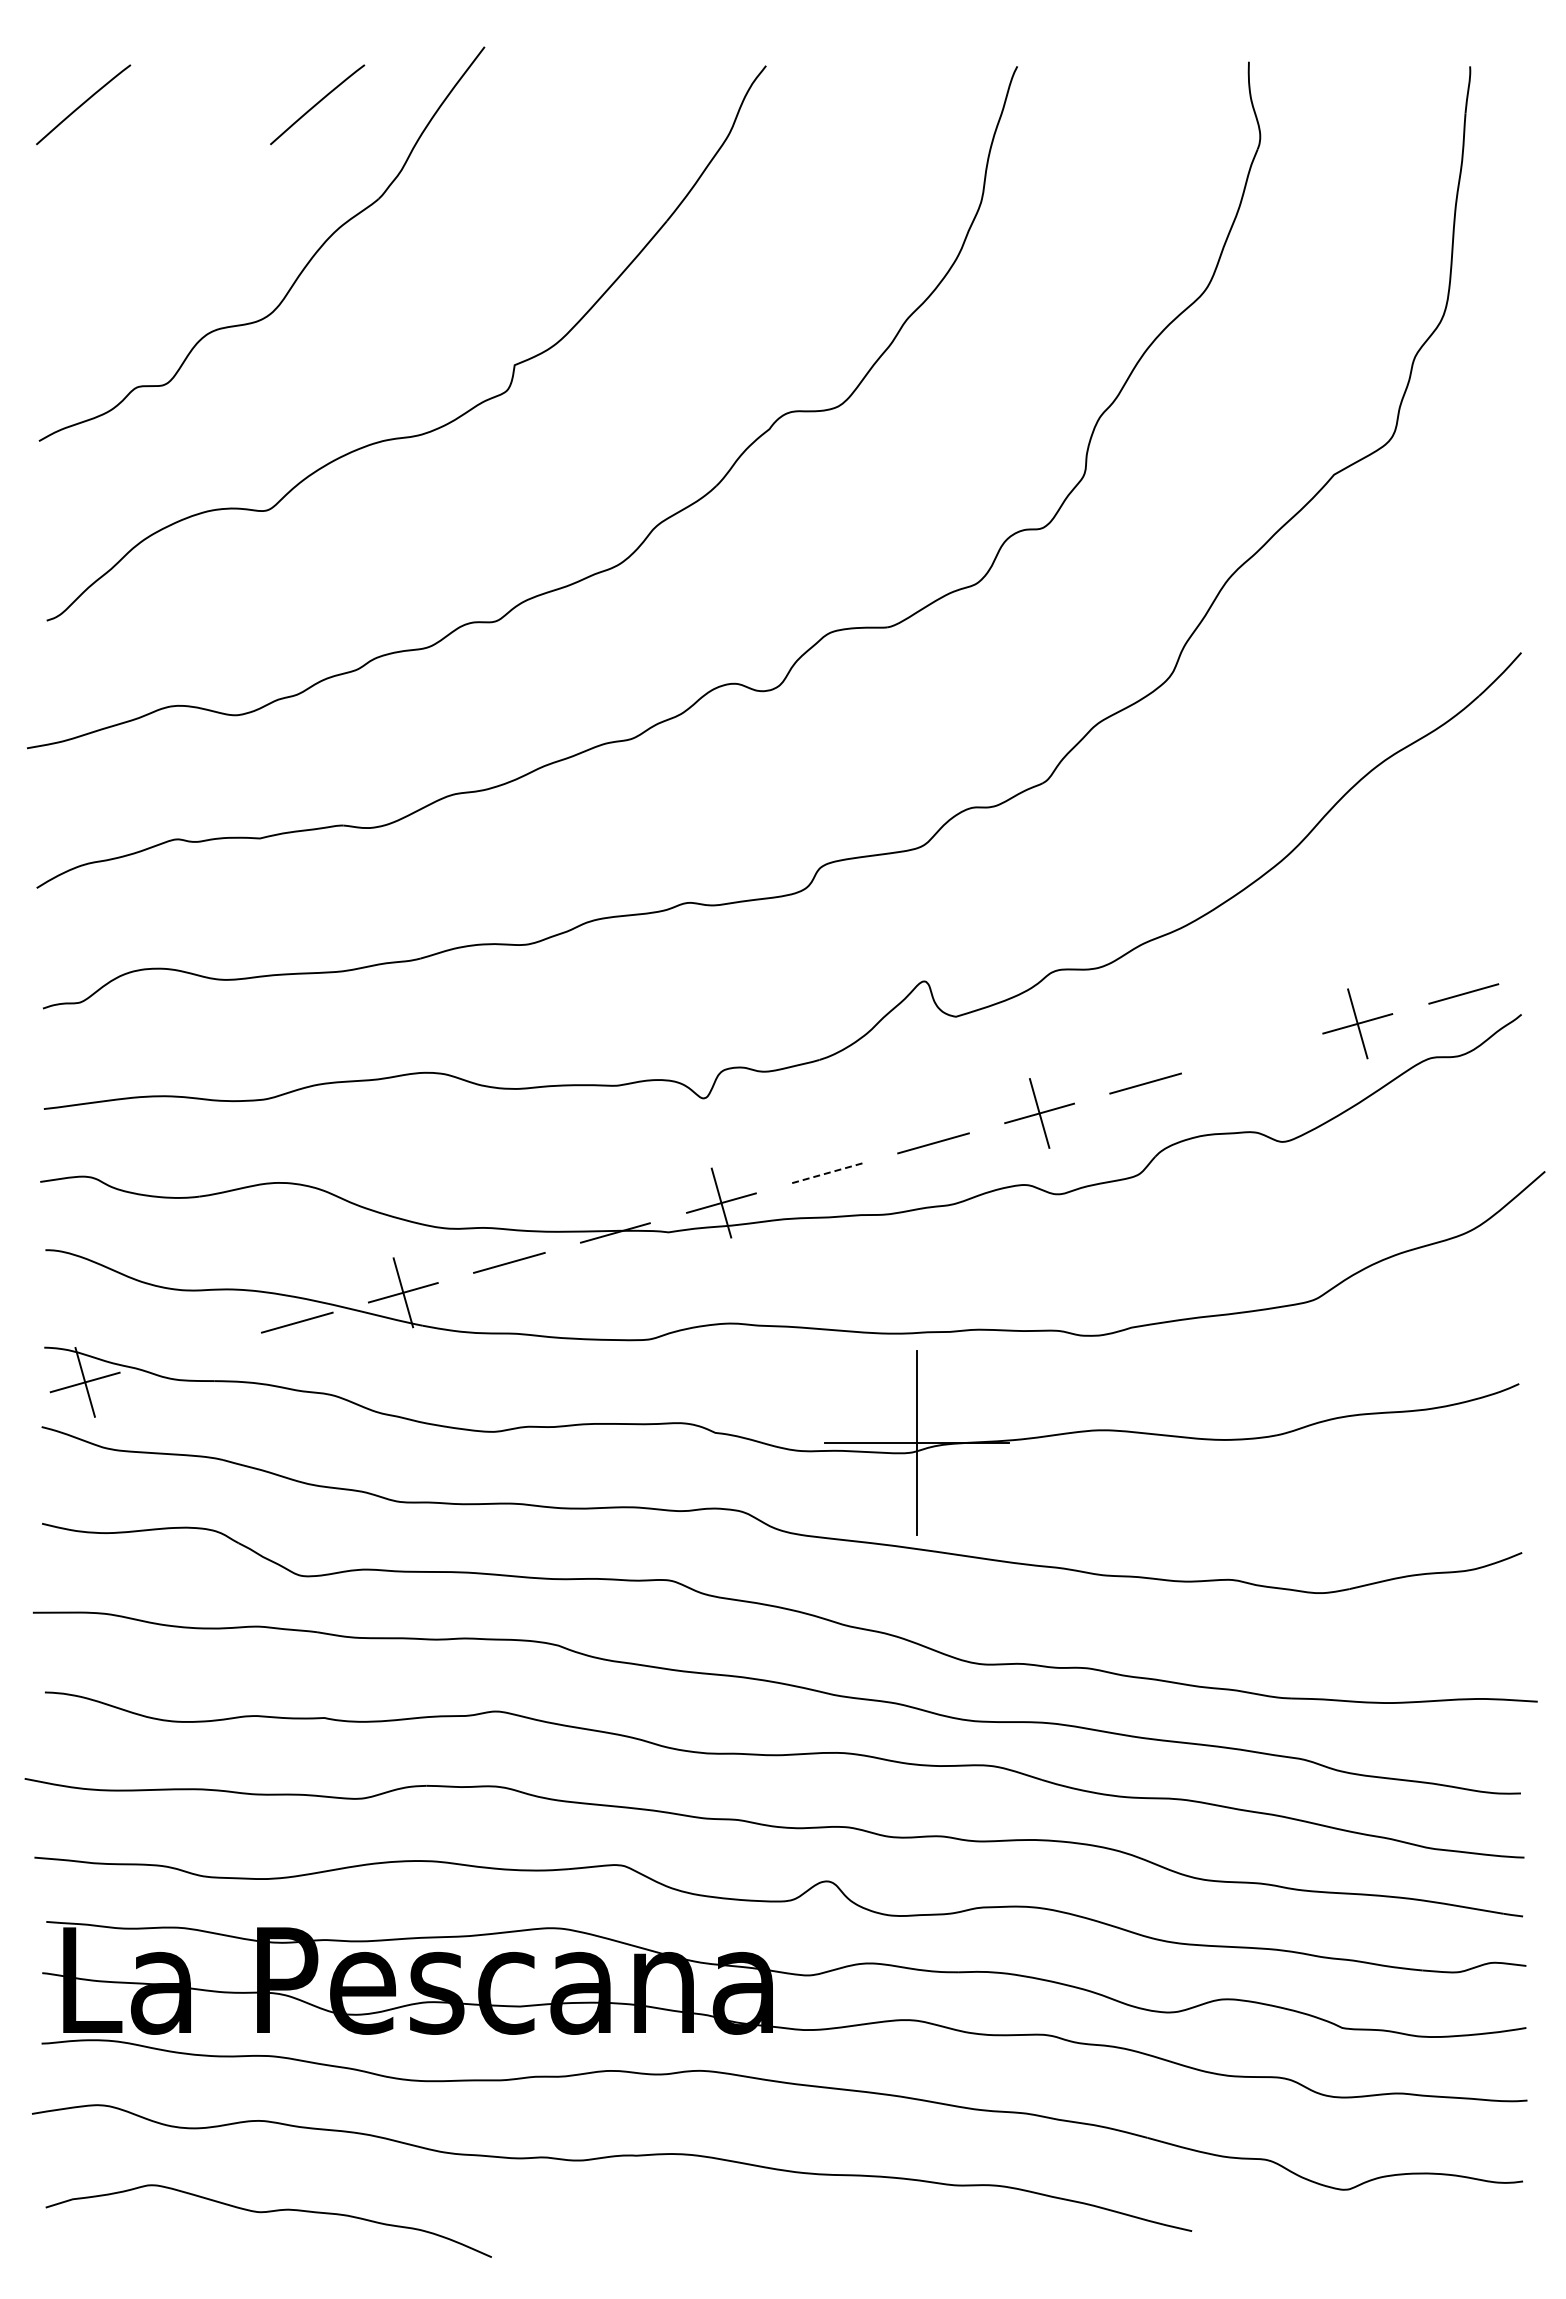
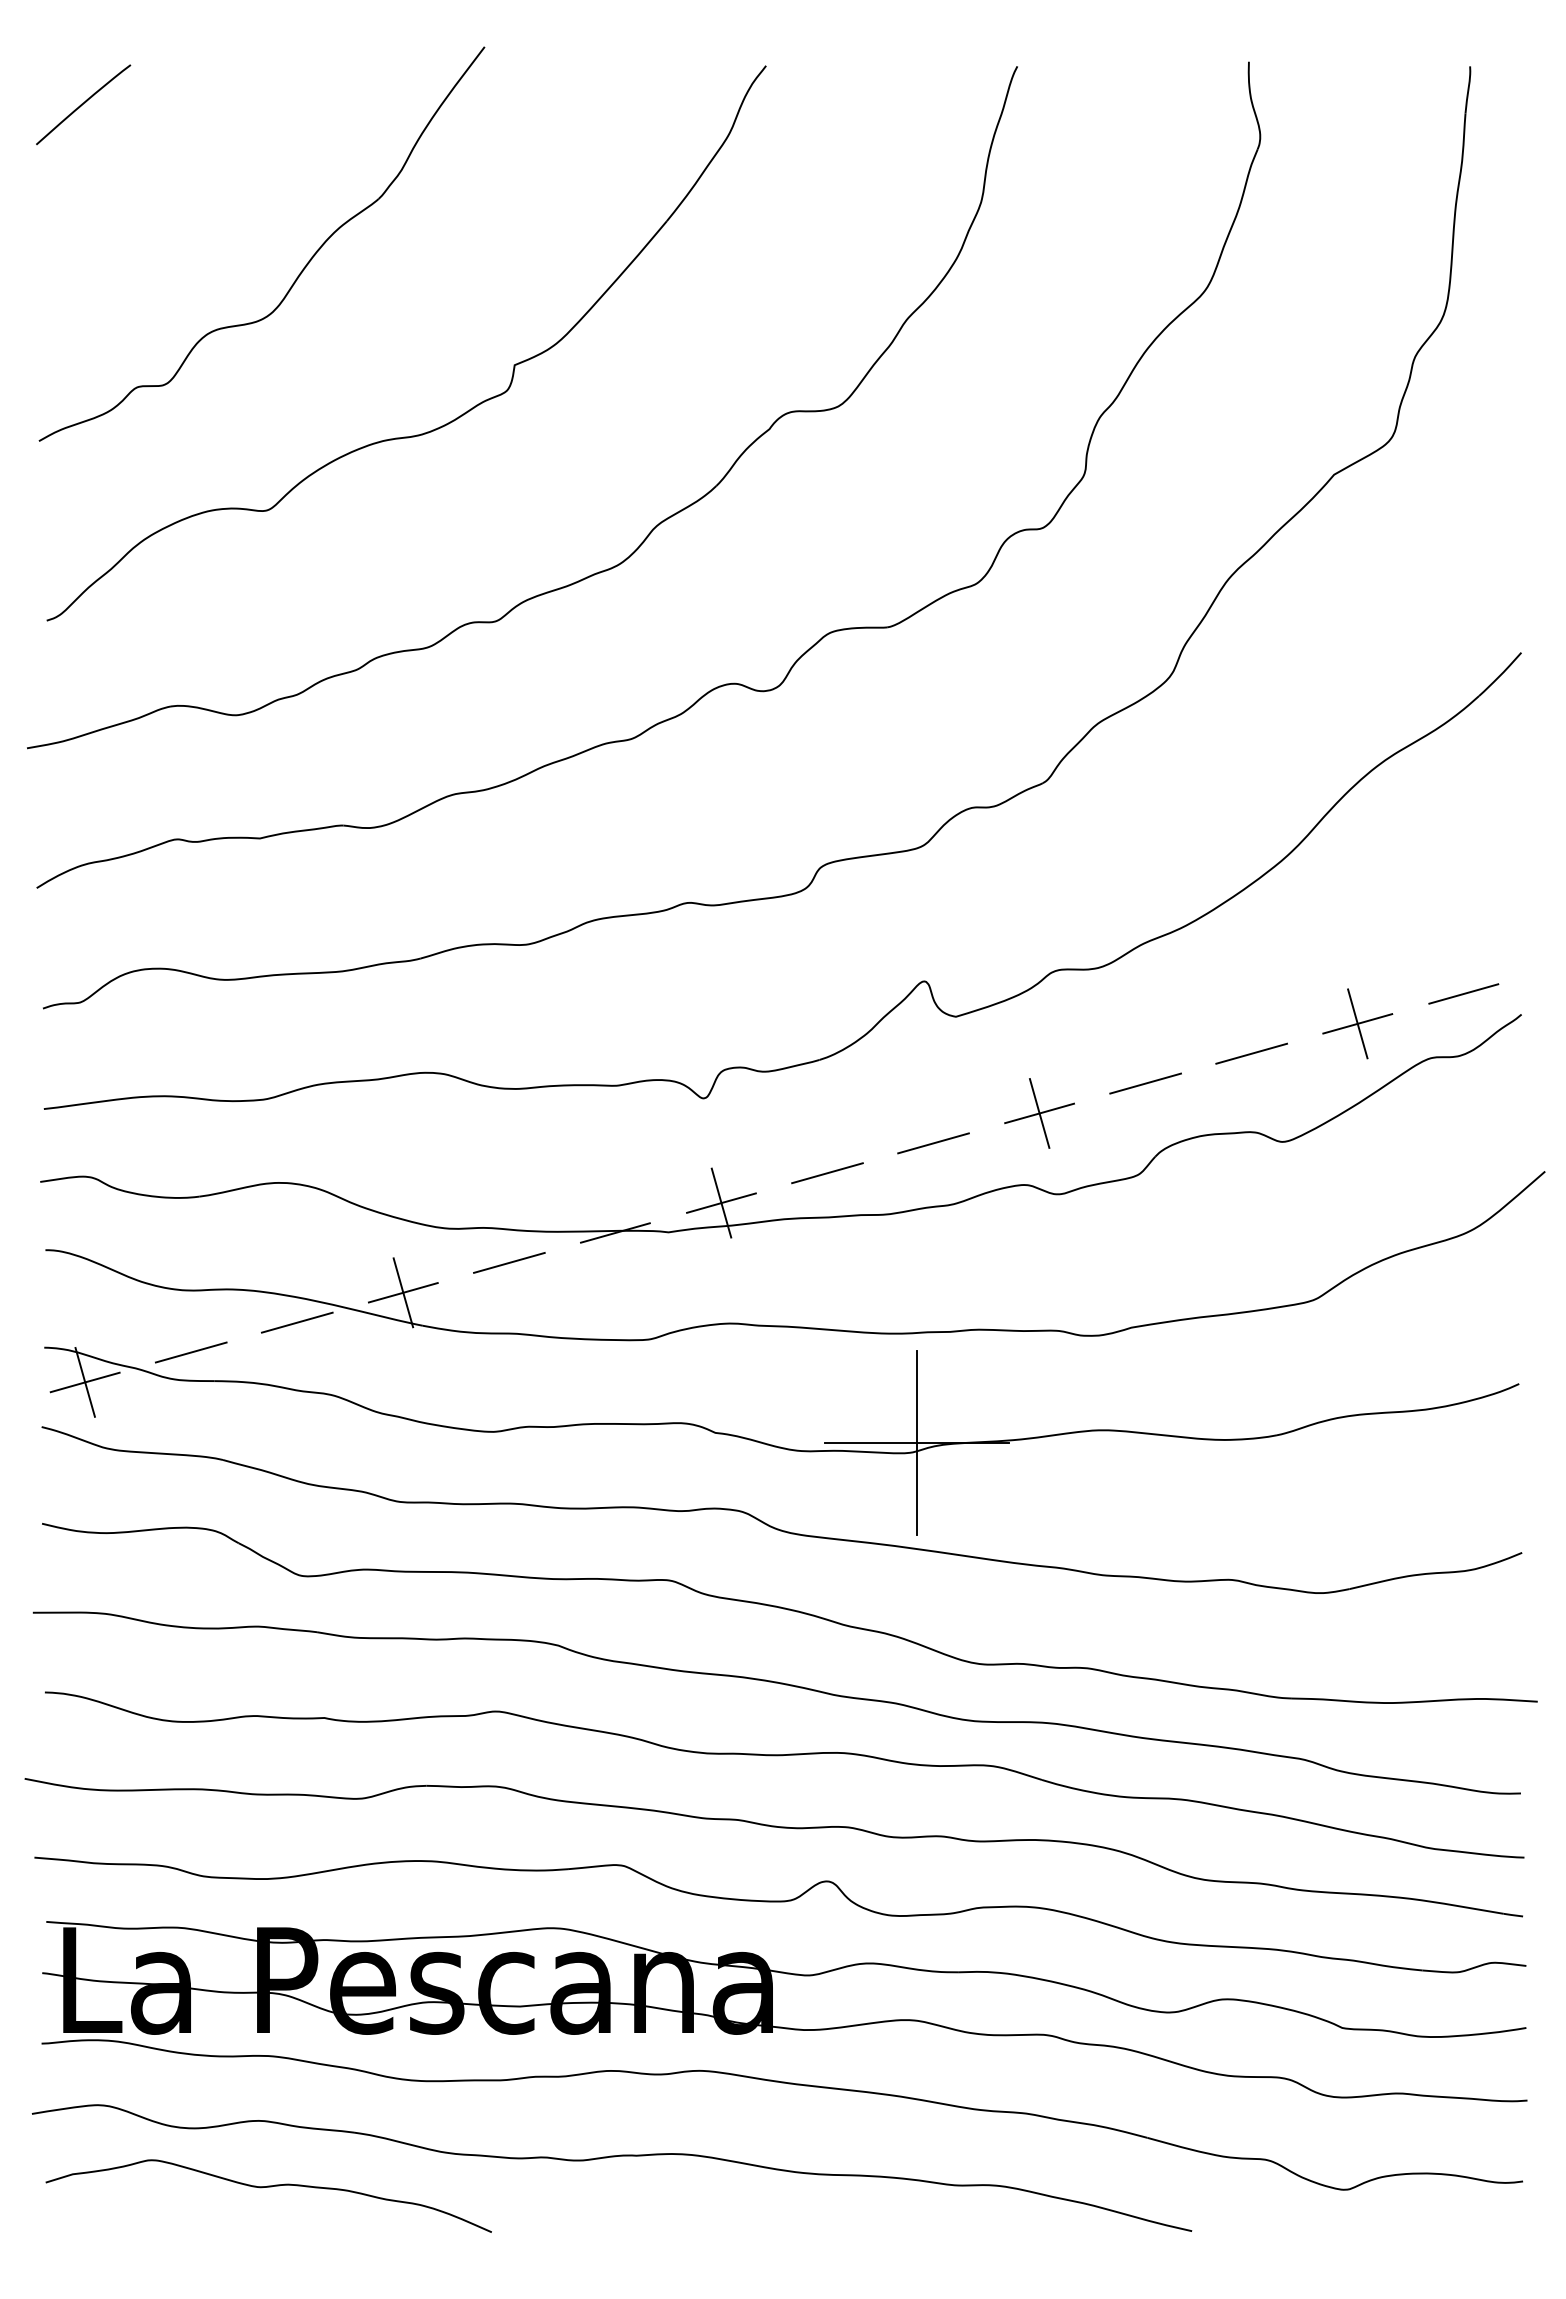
curve at (317, 104): present -> none
line at (1251, 1053): none -> present
line at (827, 1173): dashed -> solid
line at (191, 1352): none -> present
curve at (268, 2212) position: (268, 2212) -> (268, 2187)
